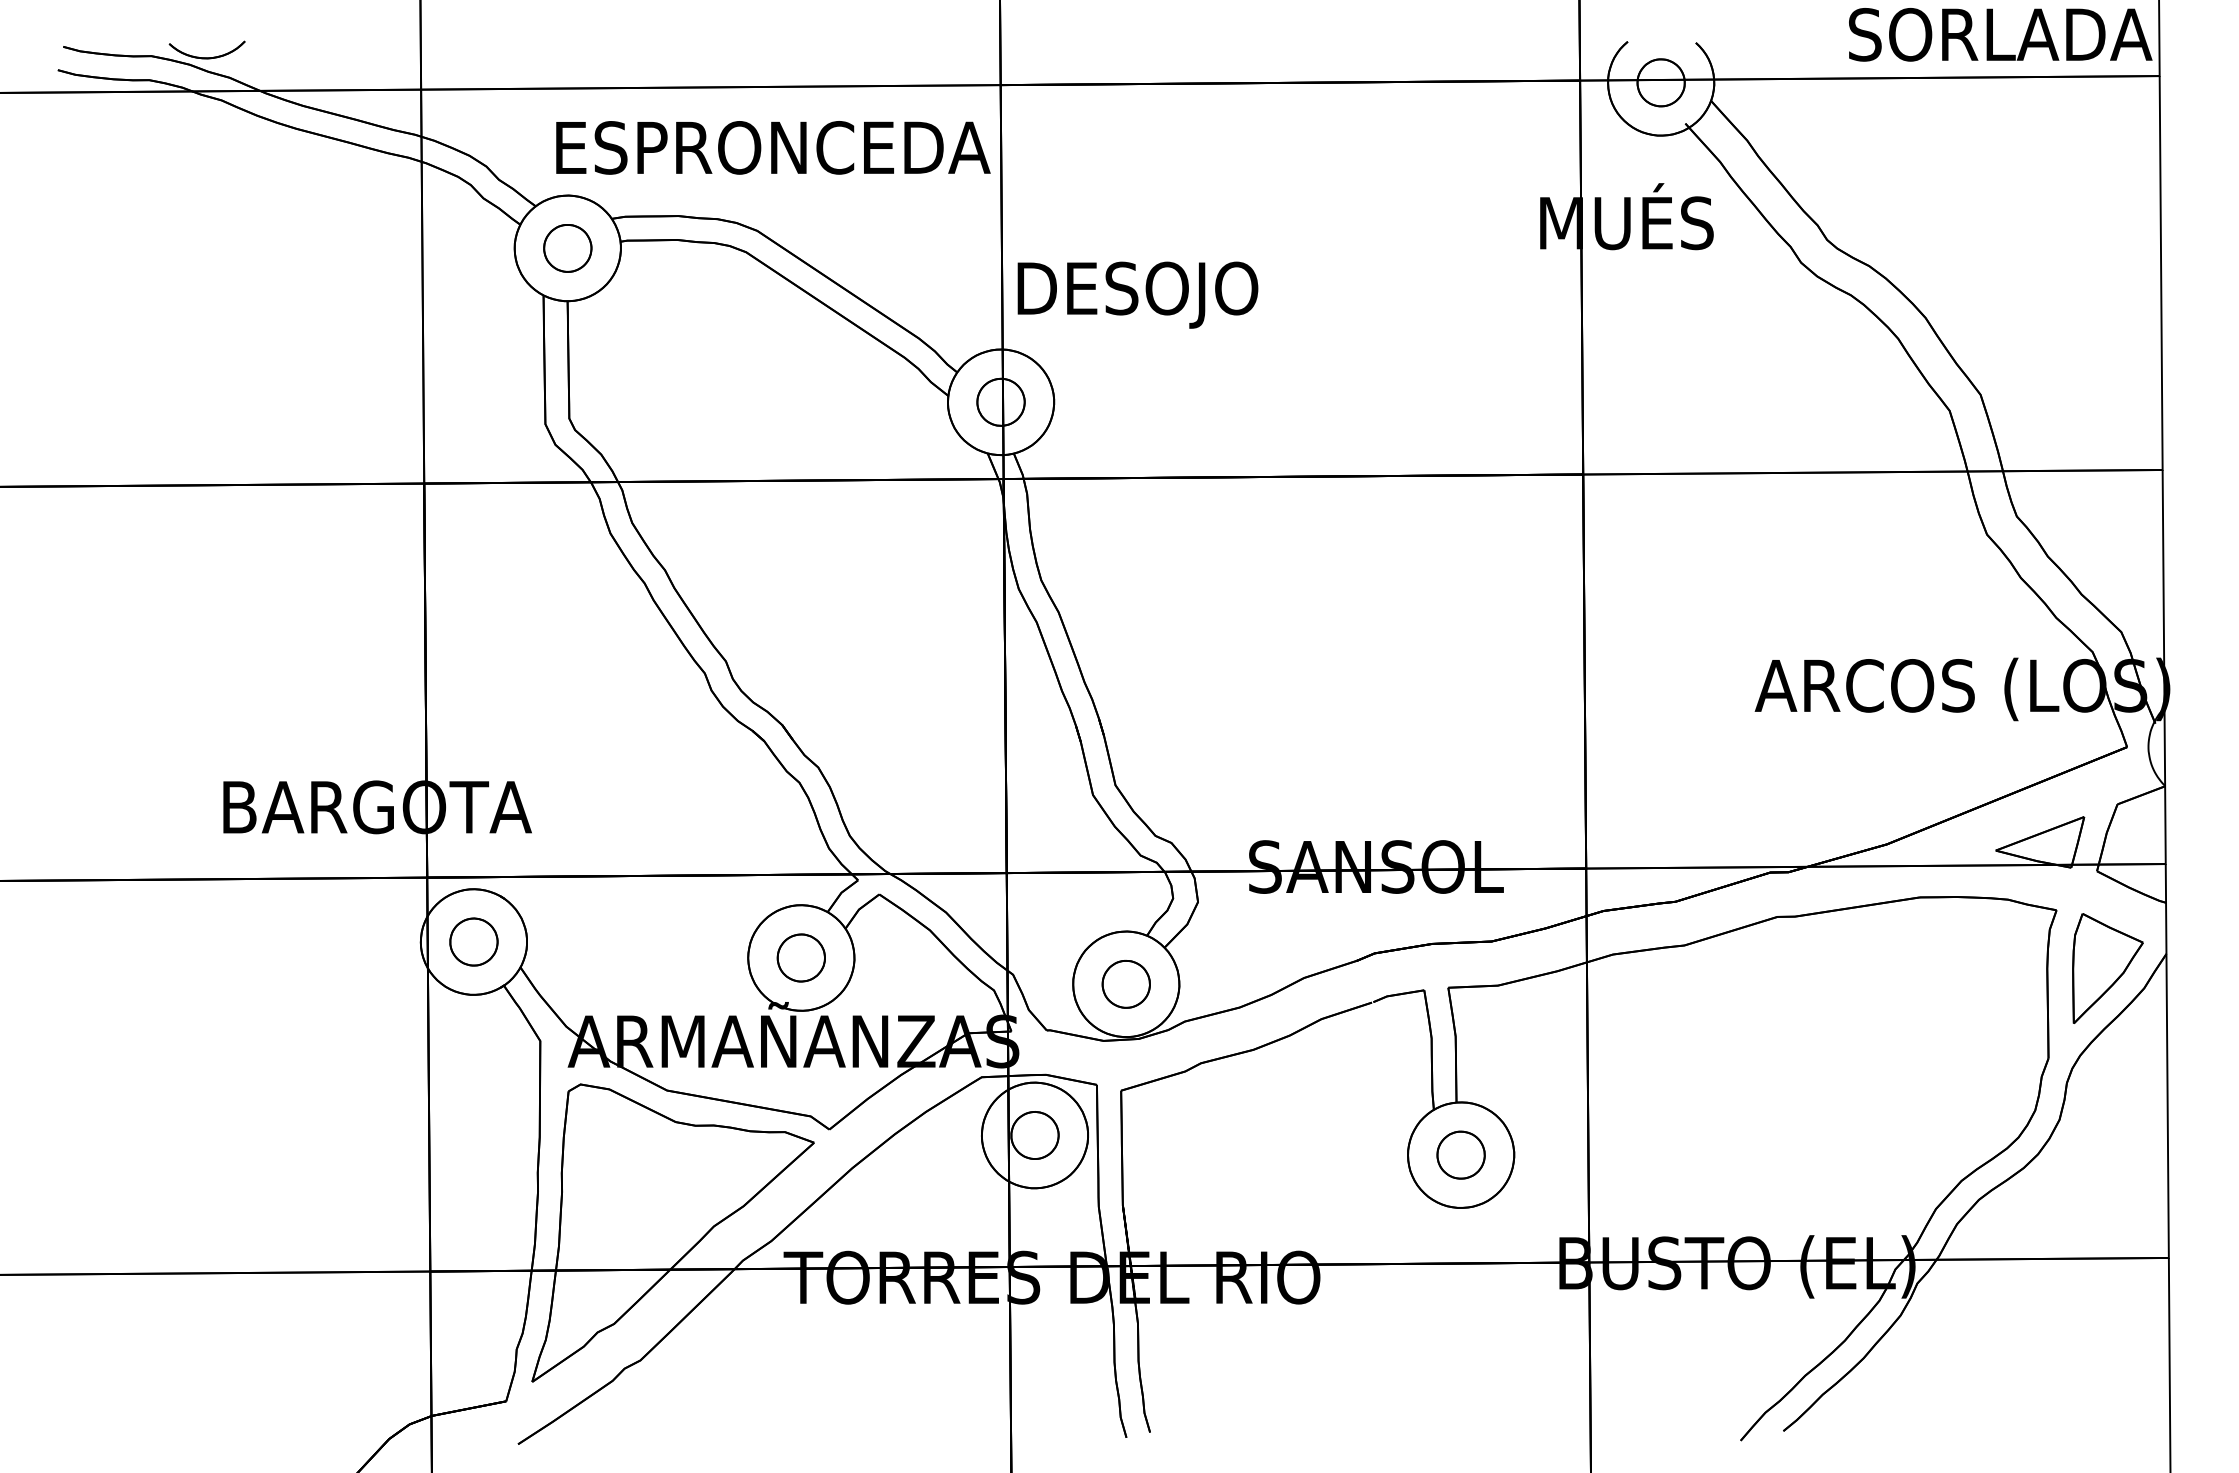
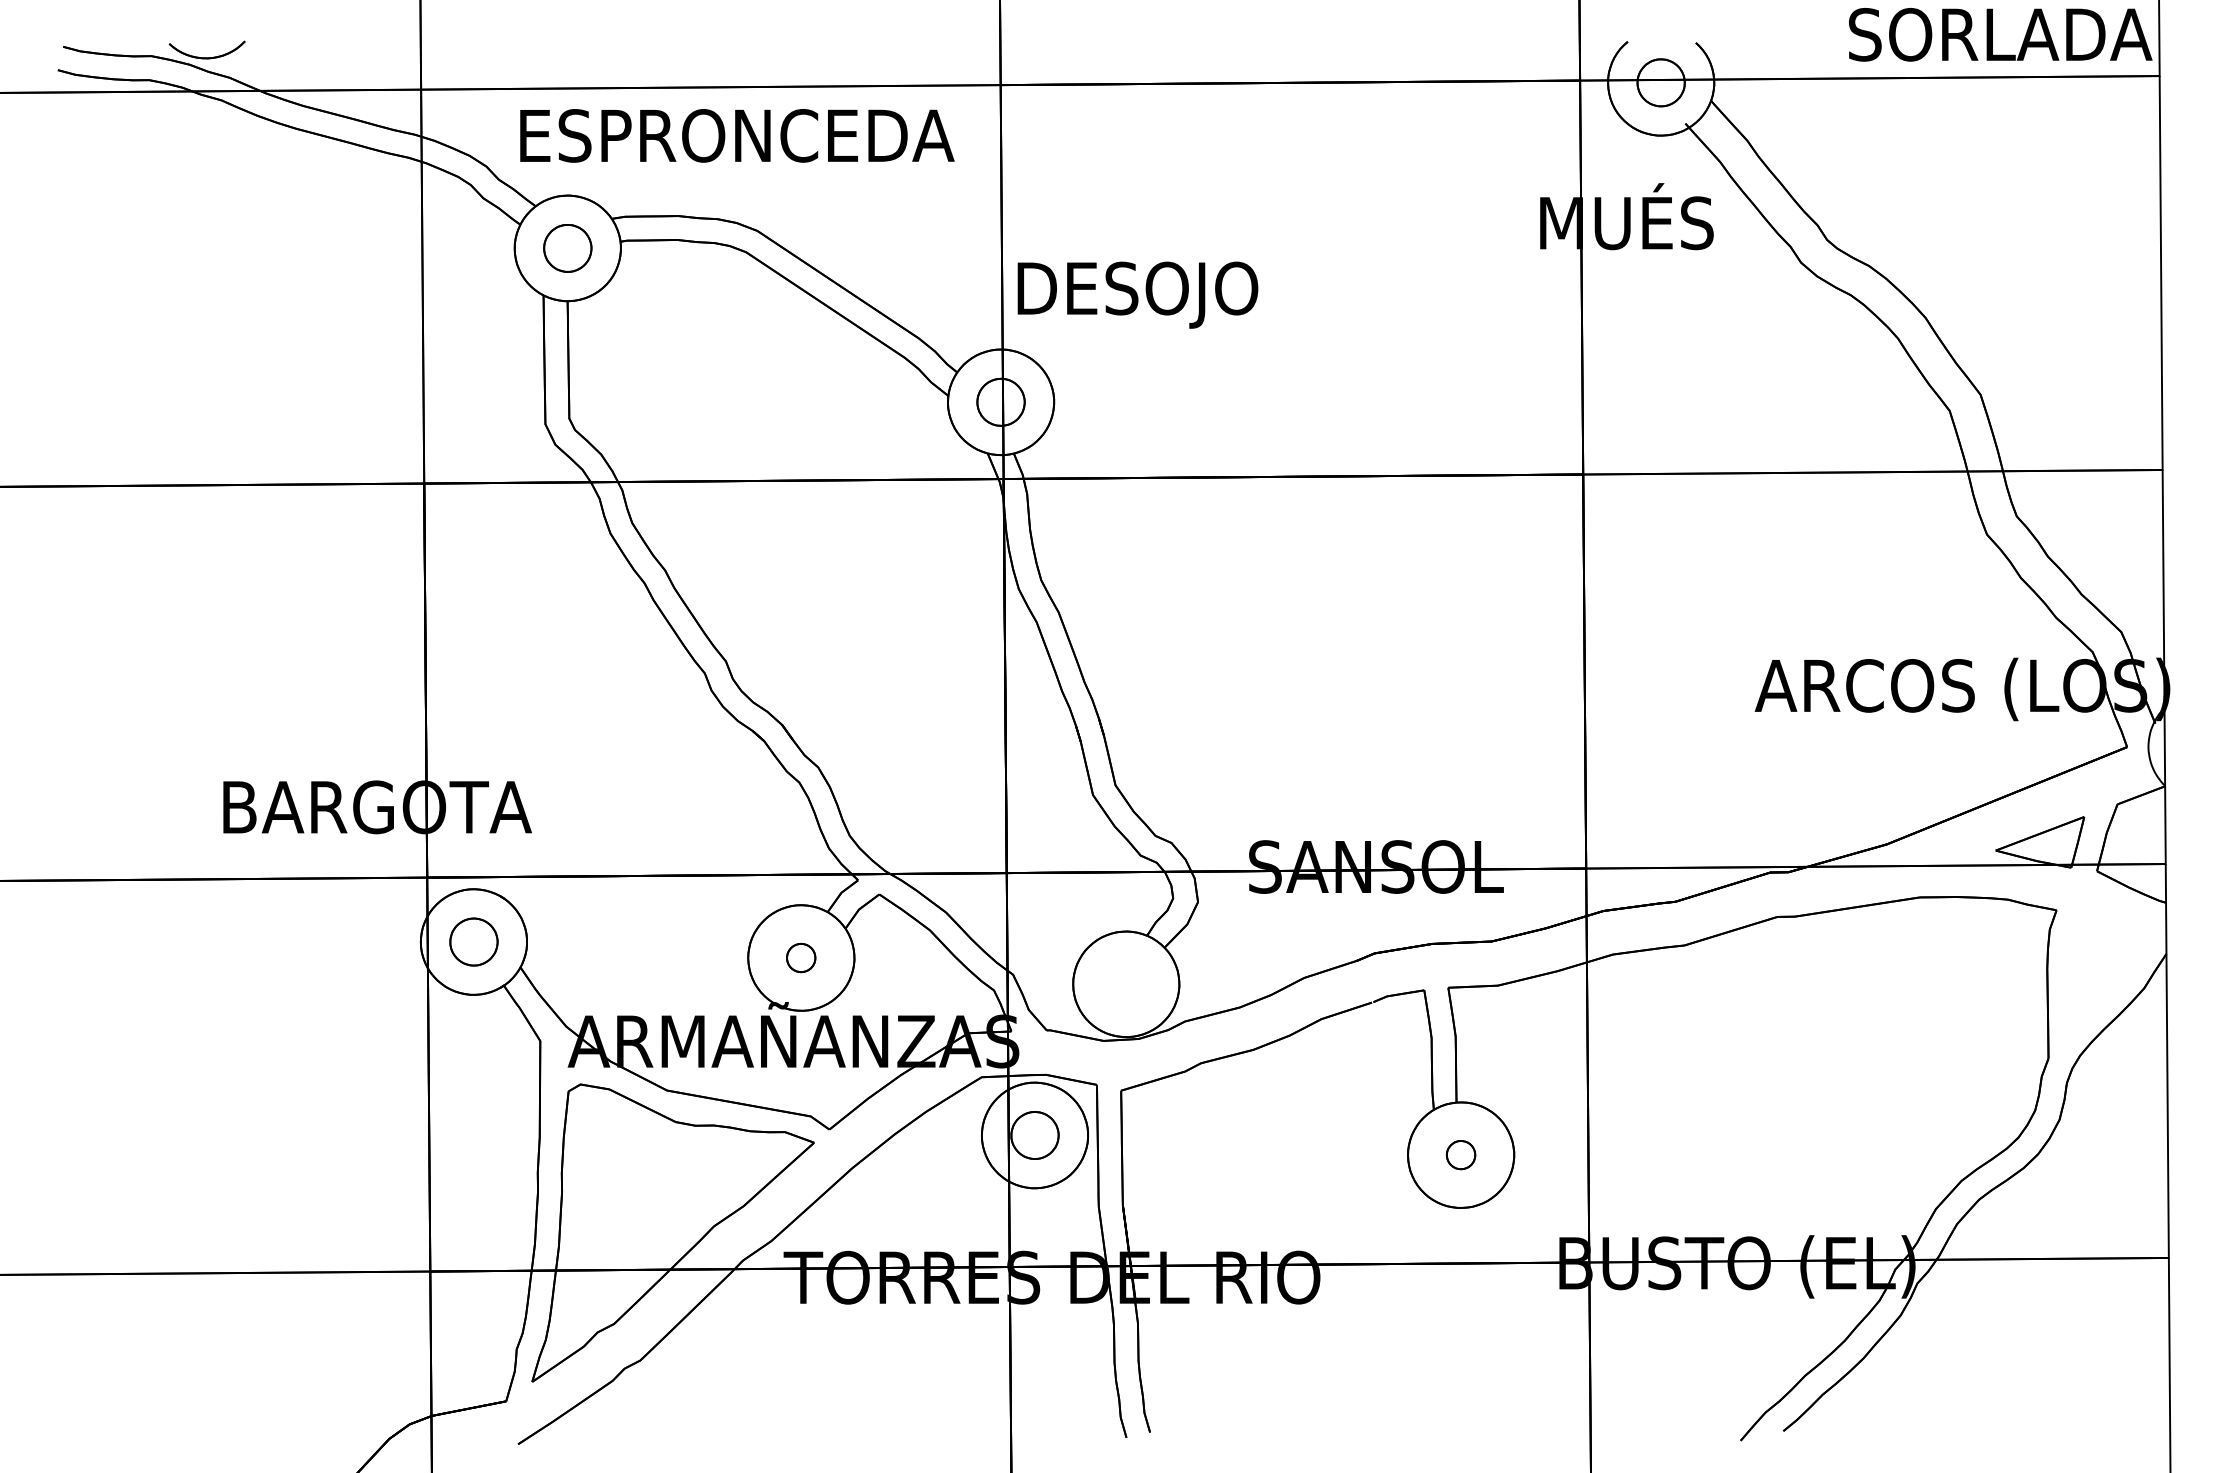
text at (773, 147) position: (773, 147) -> (737, 135)
part at (800, 957) size: 50x50 px -> 31x32 px
part at (2107, 968): present -> none
part at (1125, 984): present -> none
part at (1460, 1154) size: 50x50 px -> 31x31 px
